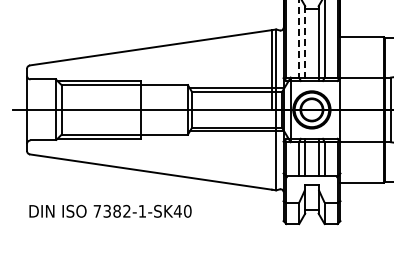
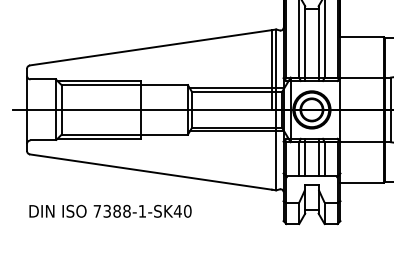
line at (299, 39): dashed -> solid
line at (305, 44): dashed -> solid
text at (126, 211): 7382-1-SK40 -> 7388-1-SK40
